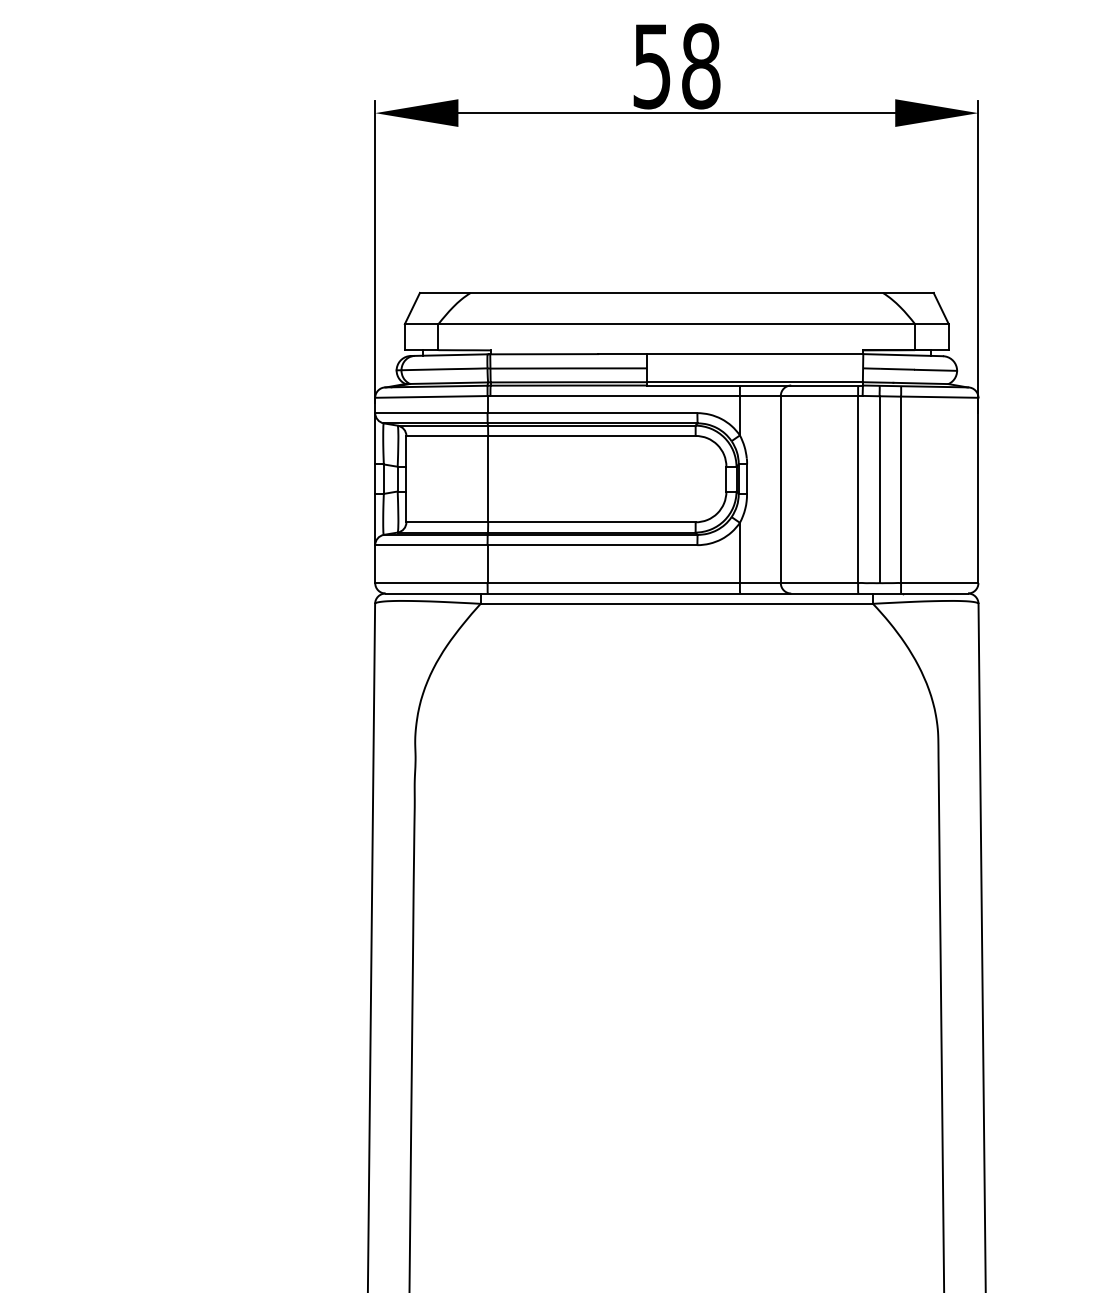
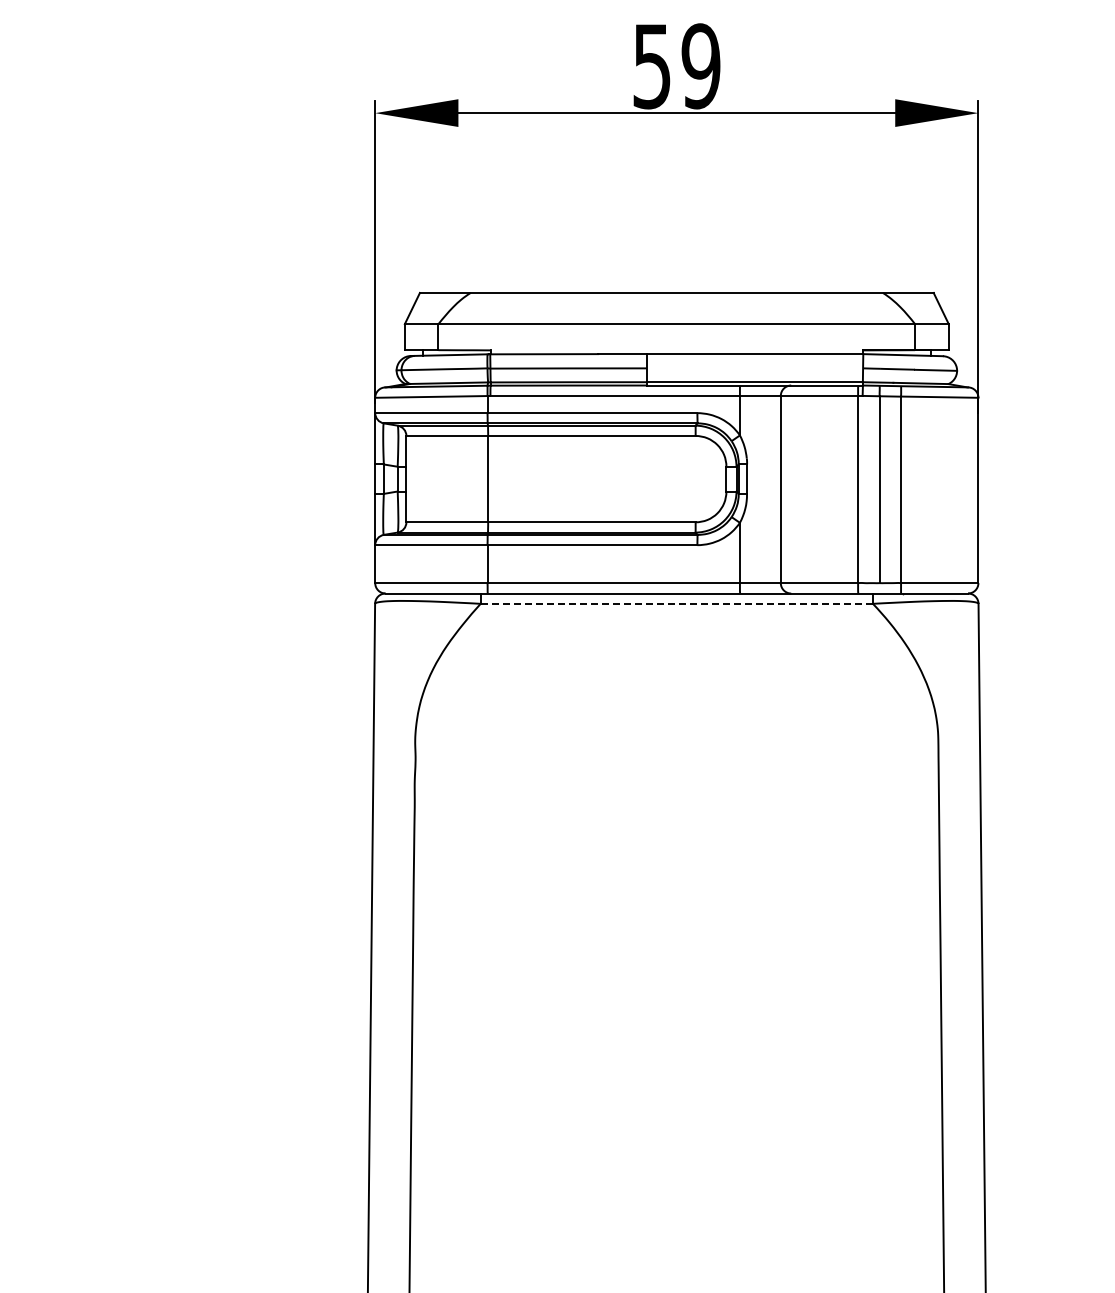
text at (700, 66): 58 -> 59
line at (677, 603): solid -> dashed
